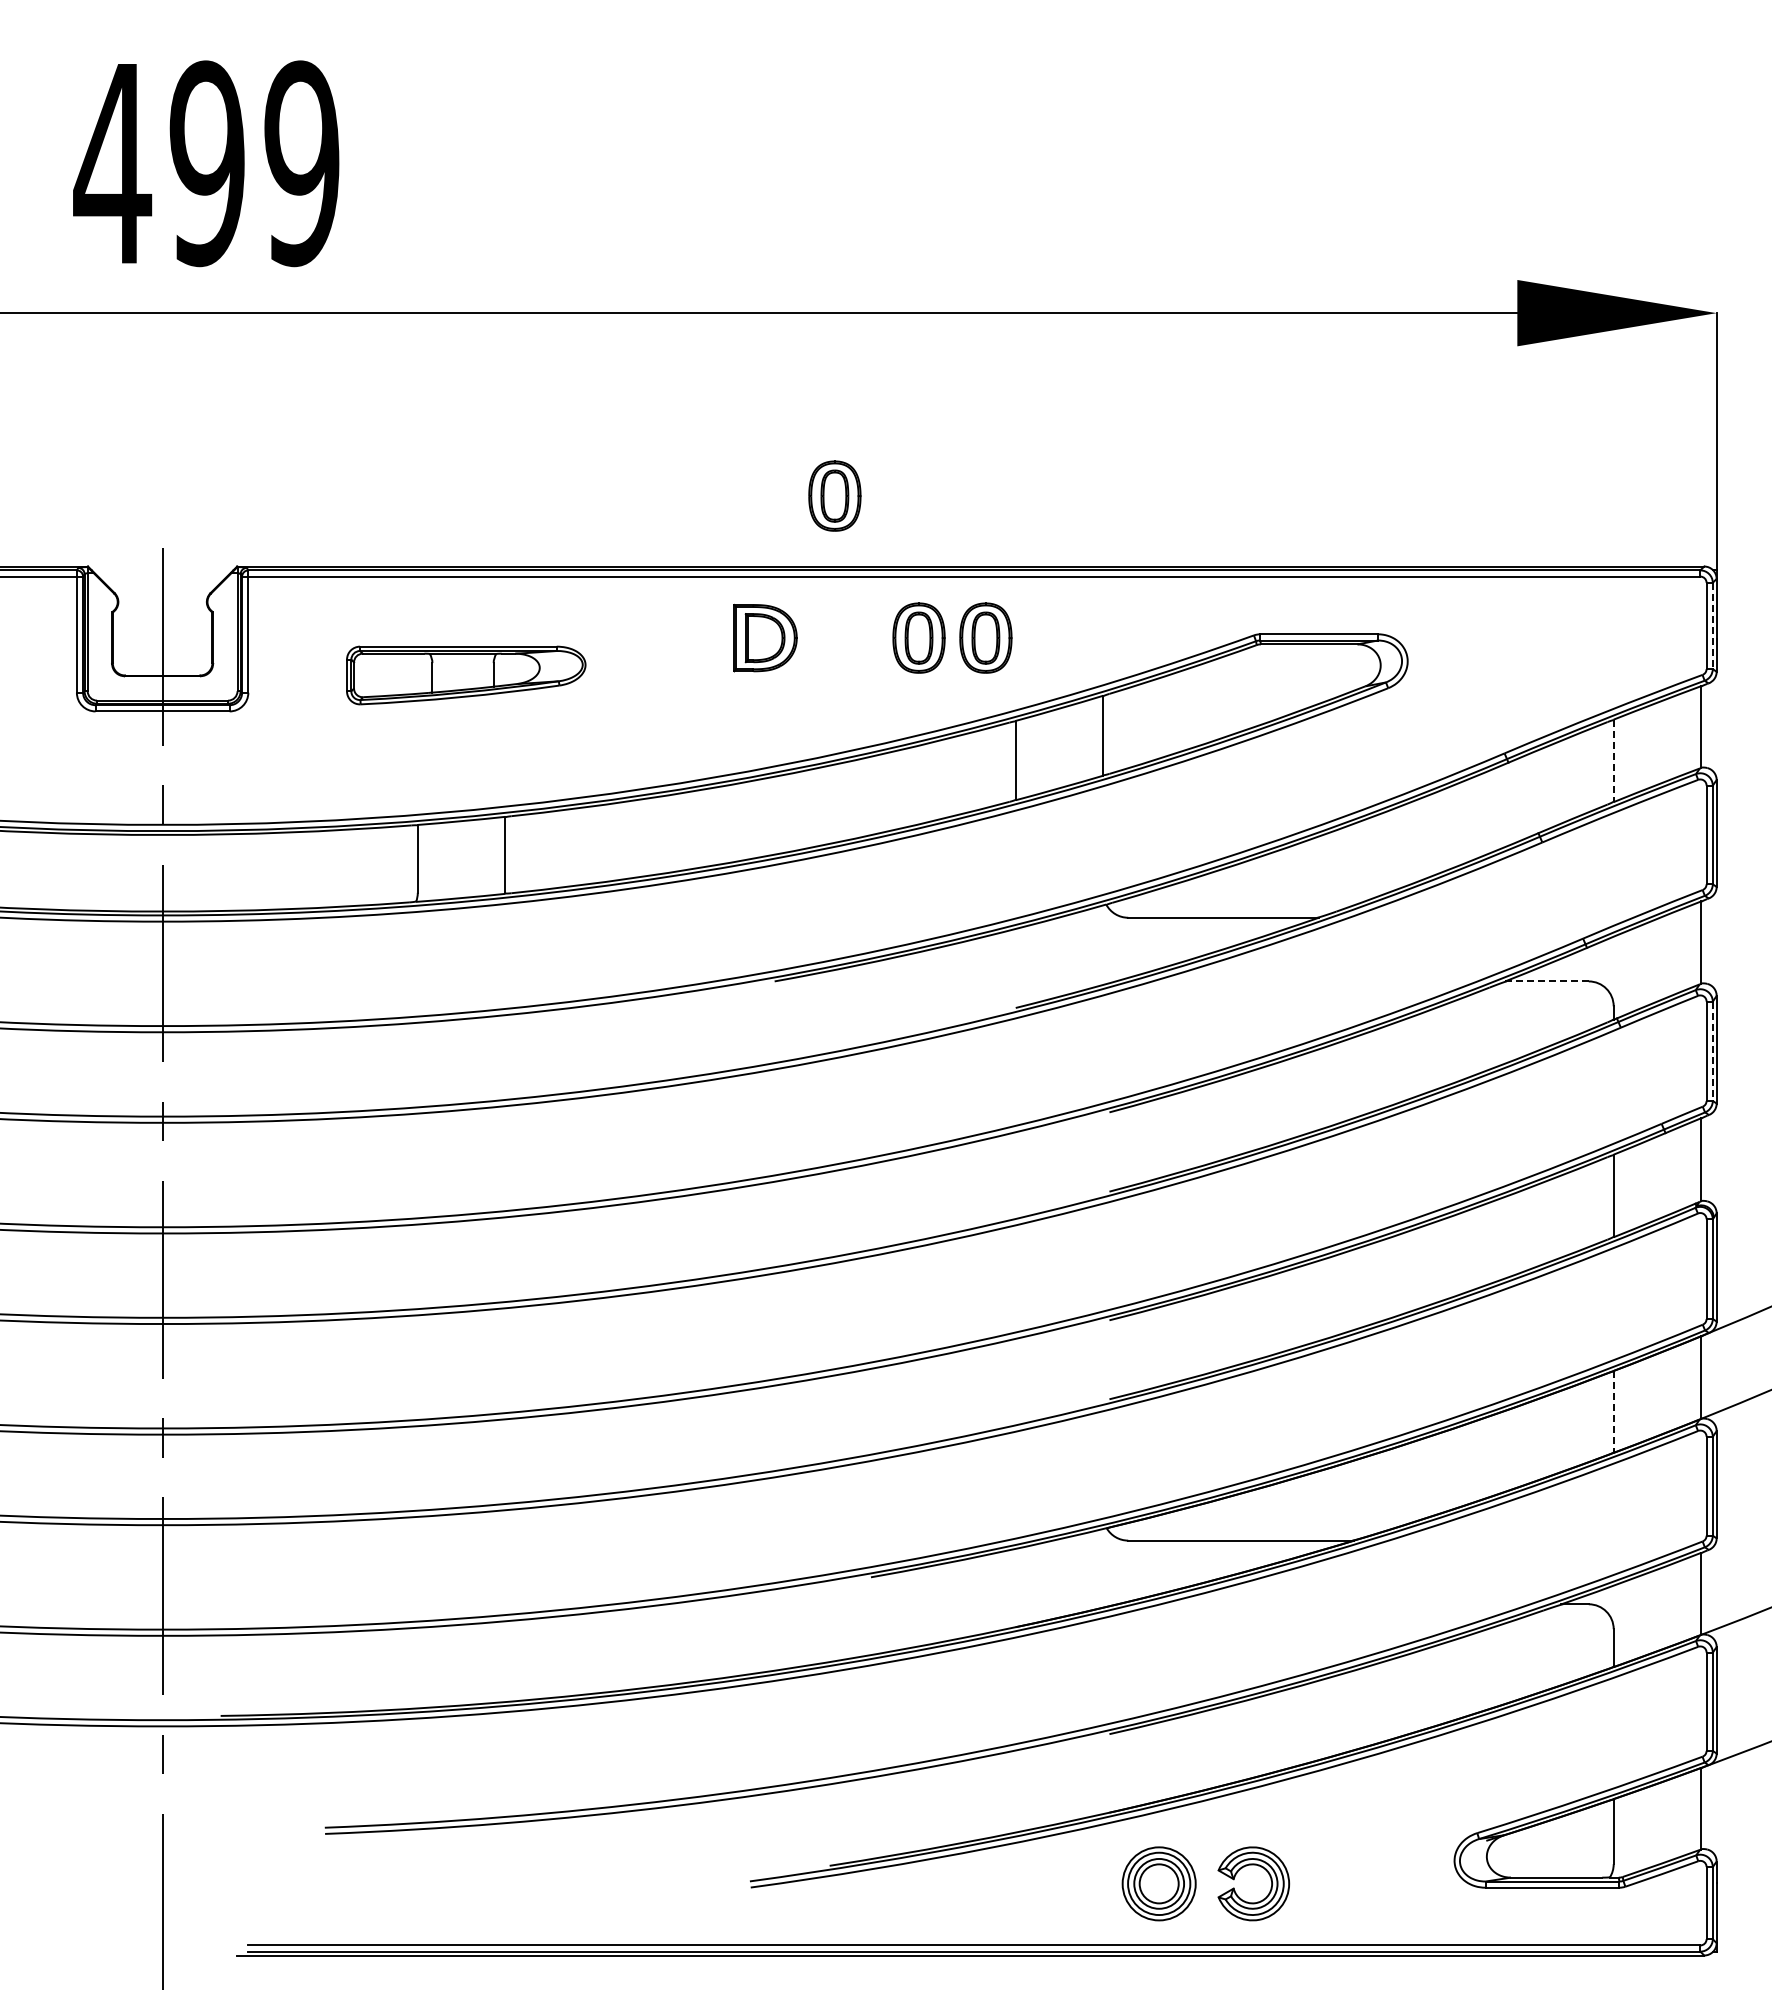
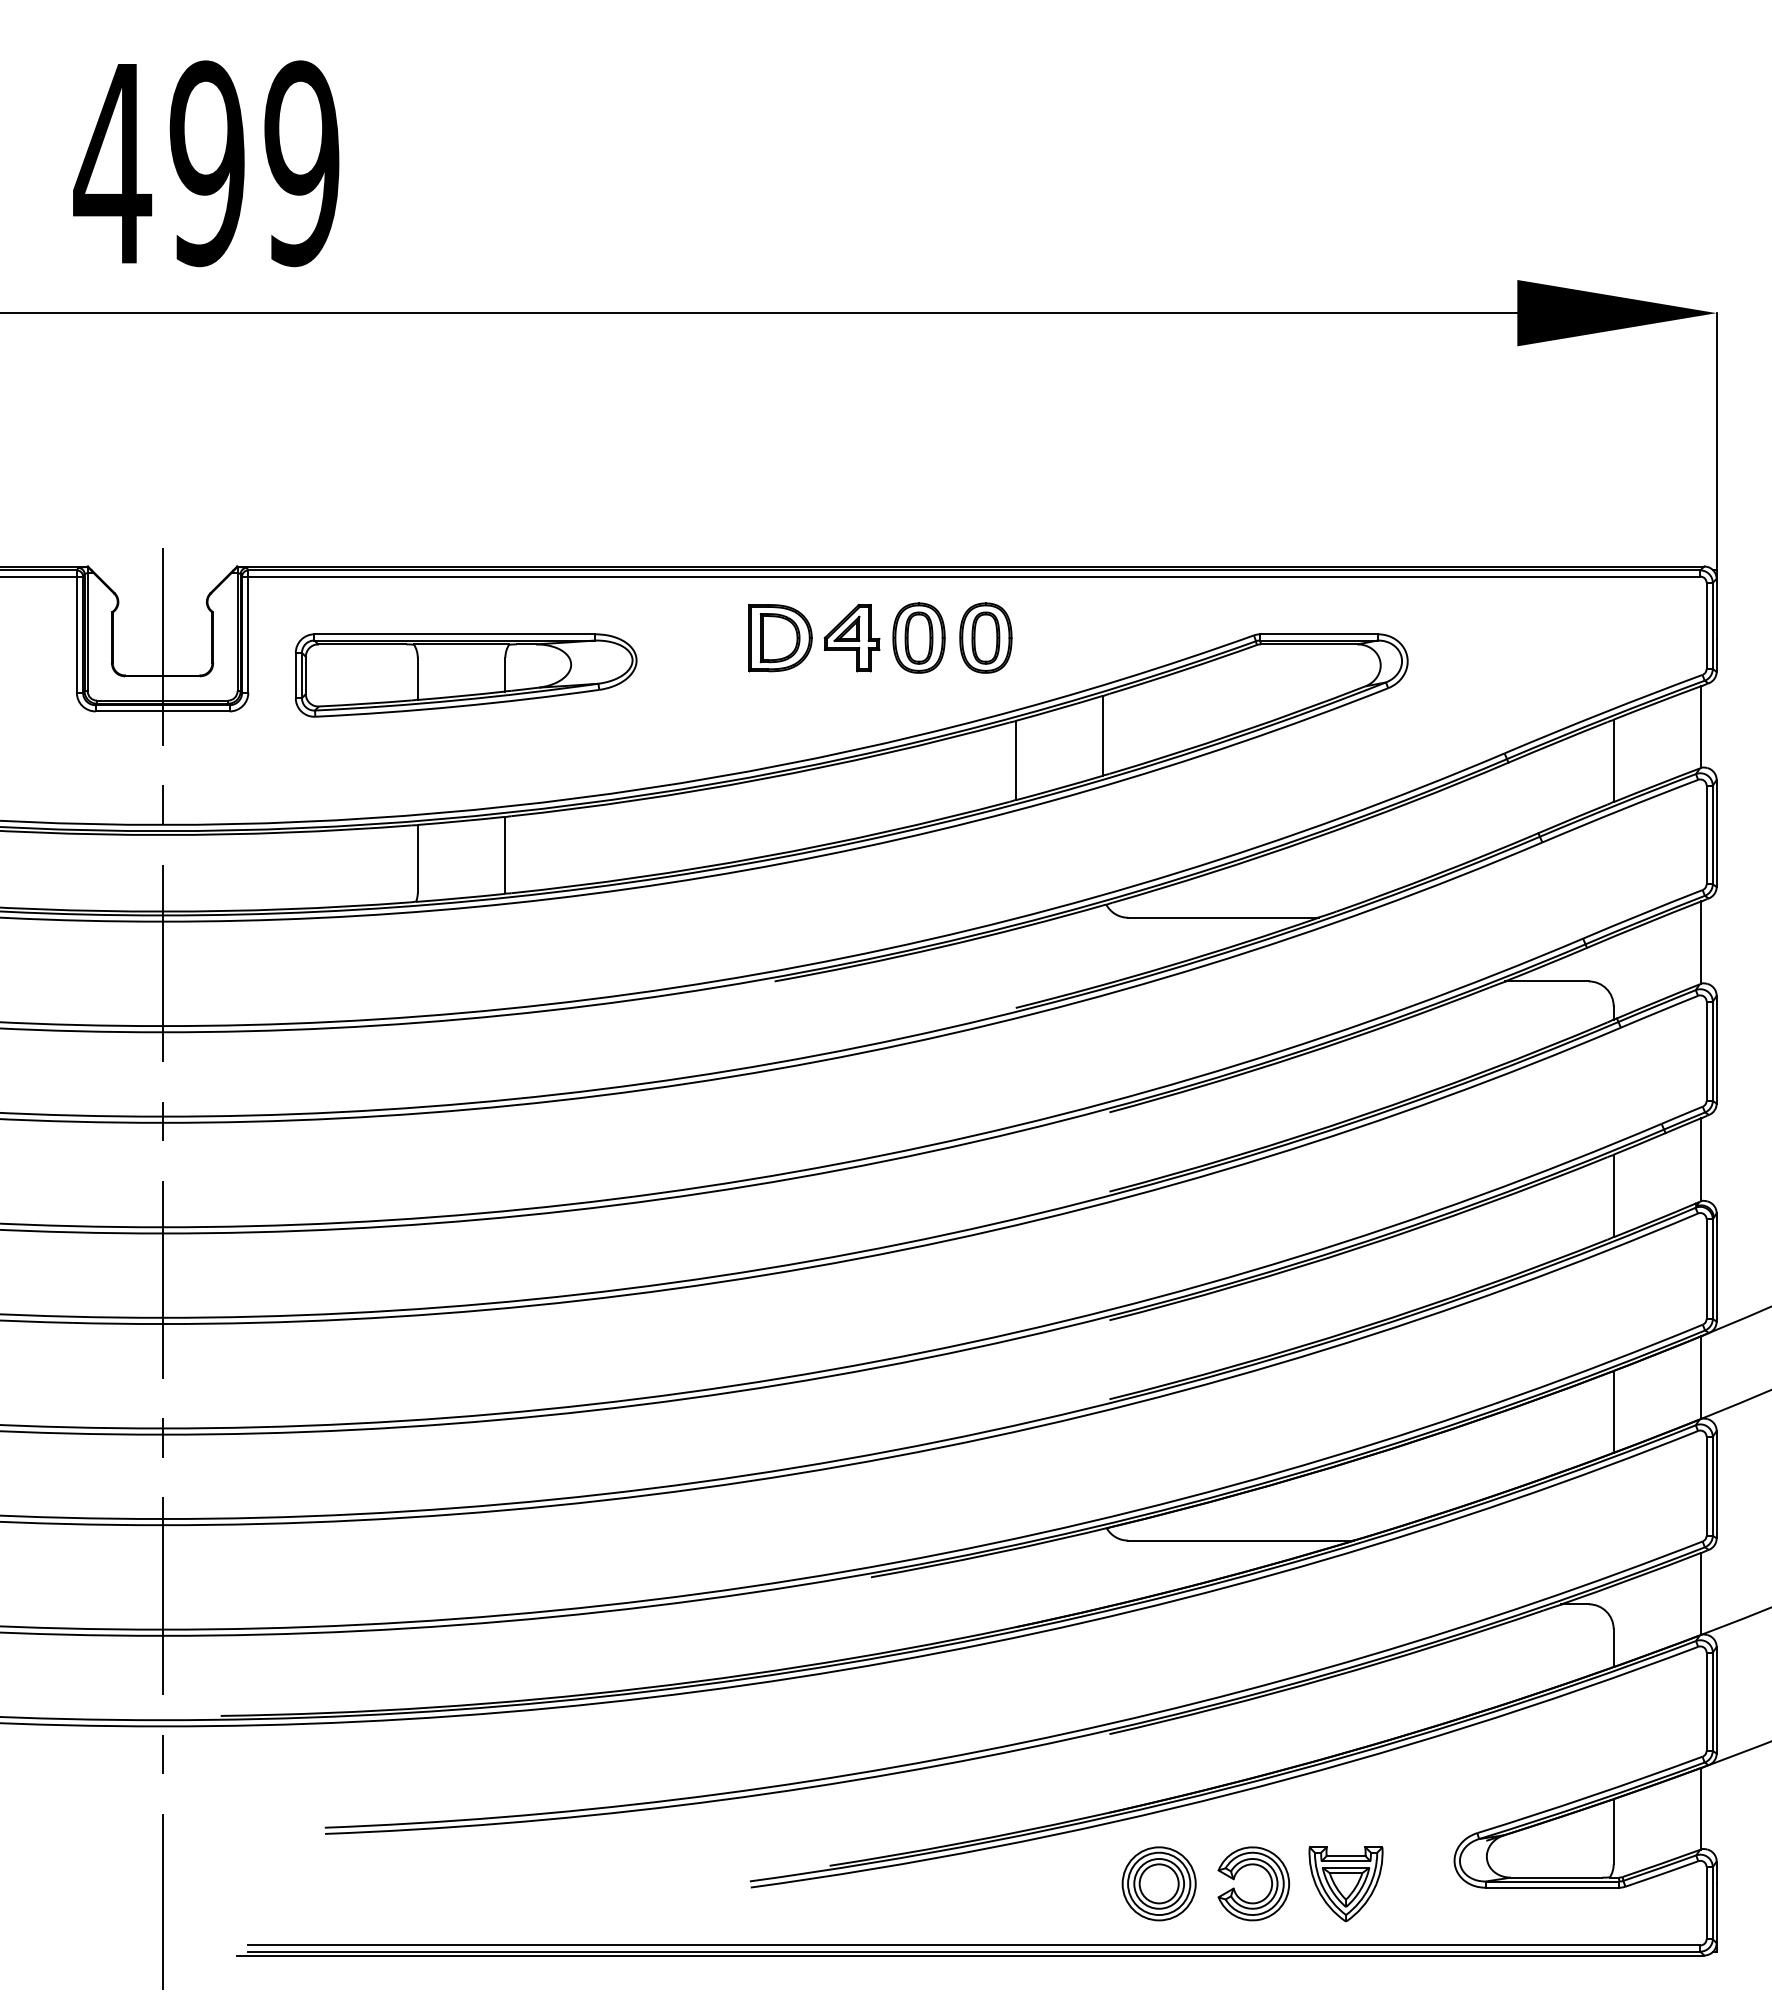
part at (834, 495): present -> none
line at (1712, 626): dashed -> solid
part at (765, 637) position: (765, 637) -> (780, 637)
part at (851, 638): none -> present
part at (466, 675) size: 241x61 px -> 343x85 px
line at (1613, 761): dashed -> solid
line at (1547, 981): dashed -> solid
line at (1712, 1051): dashed -> solid
line at (1613, 1411): dashed -> solid
part at (1345, 1884): none -> present
